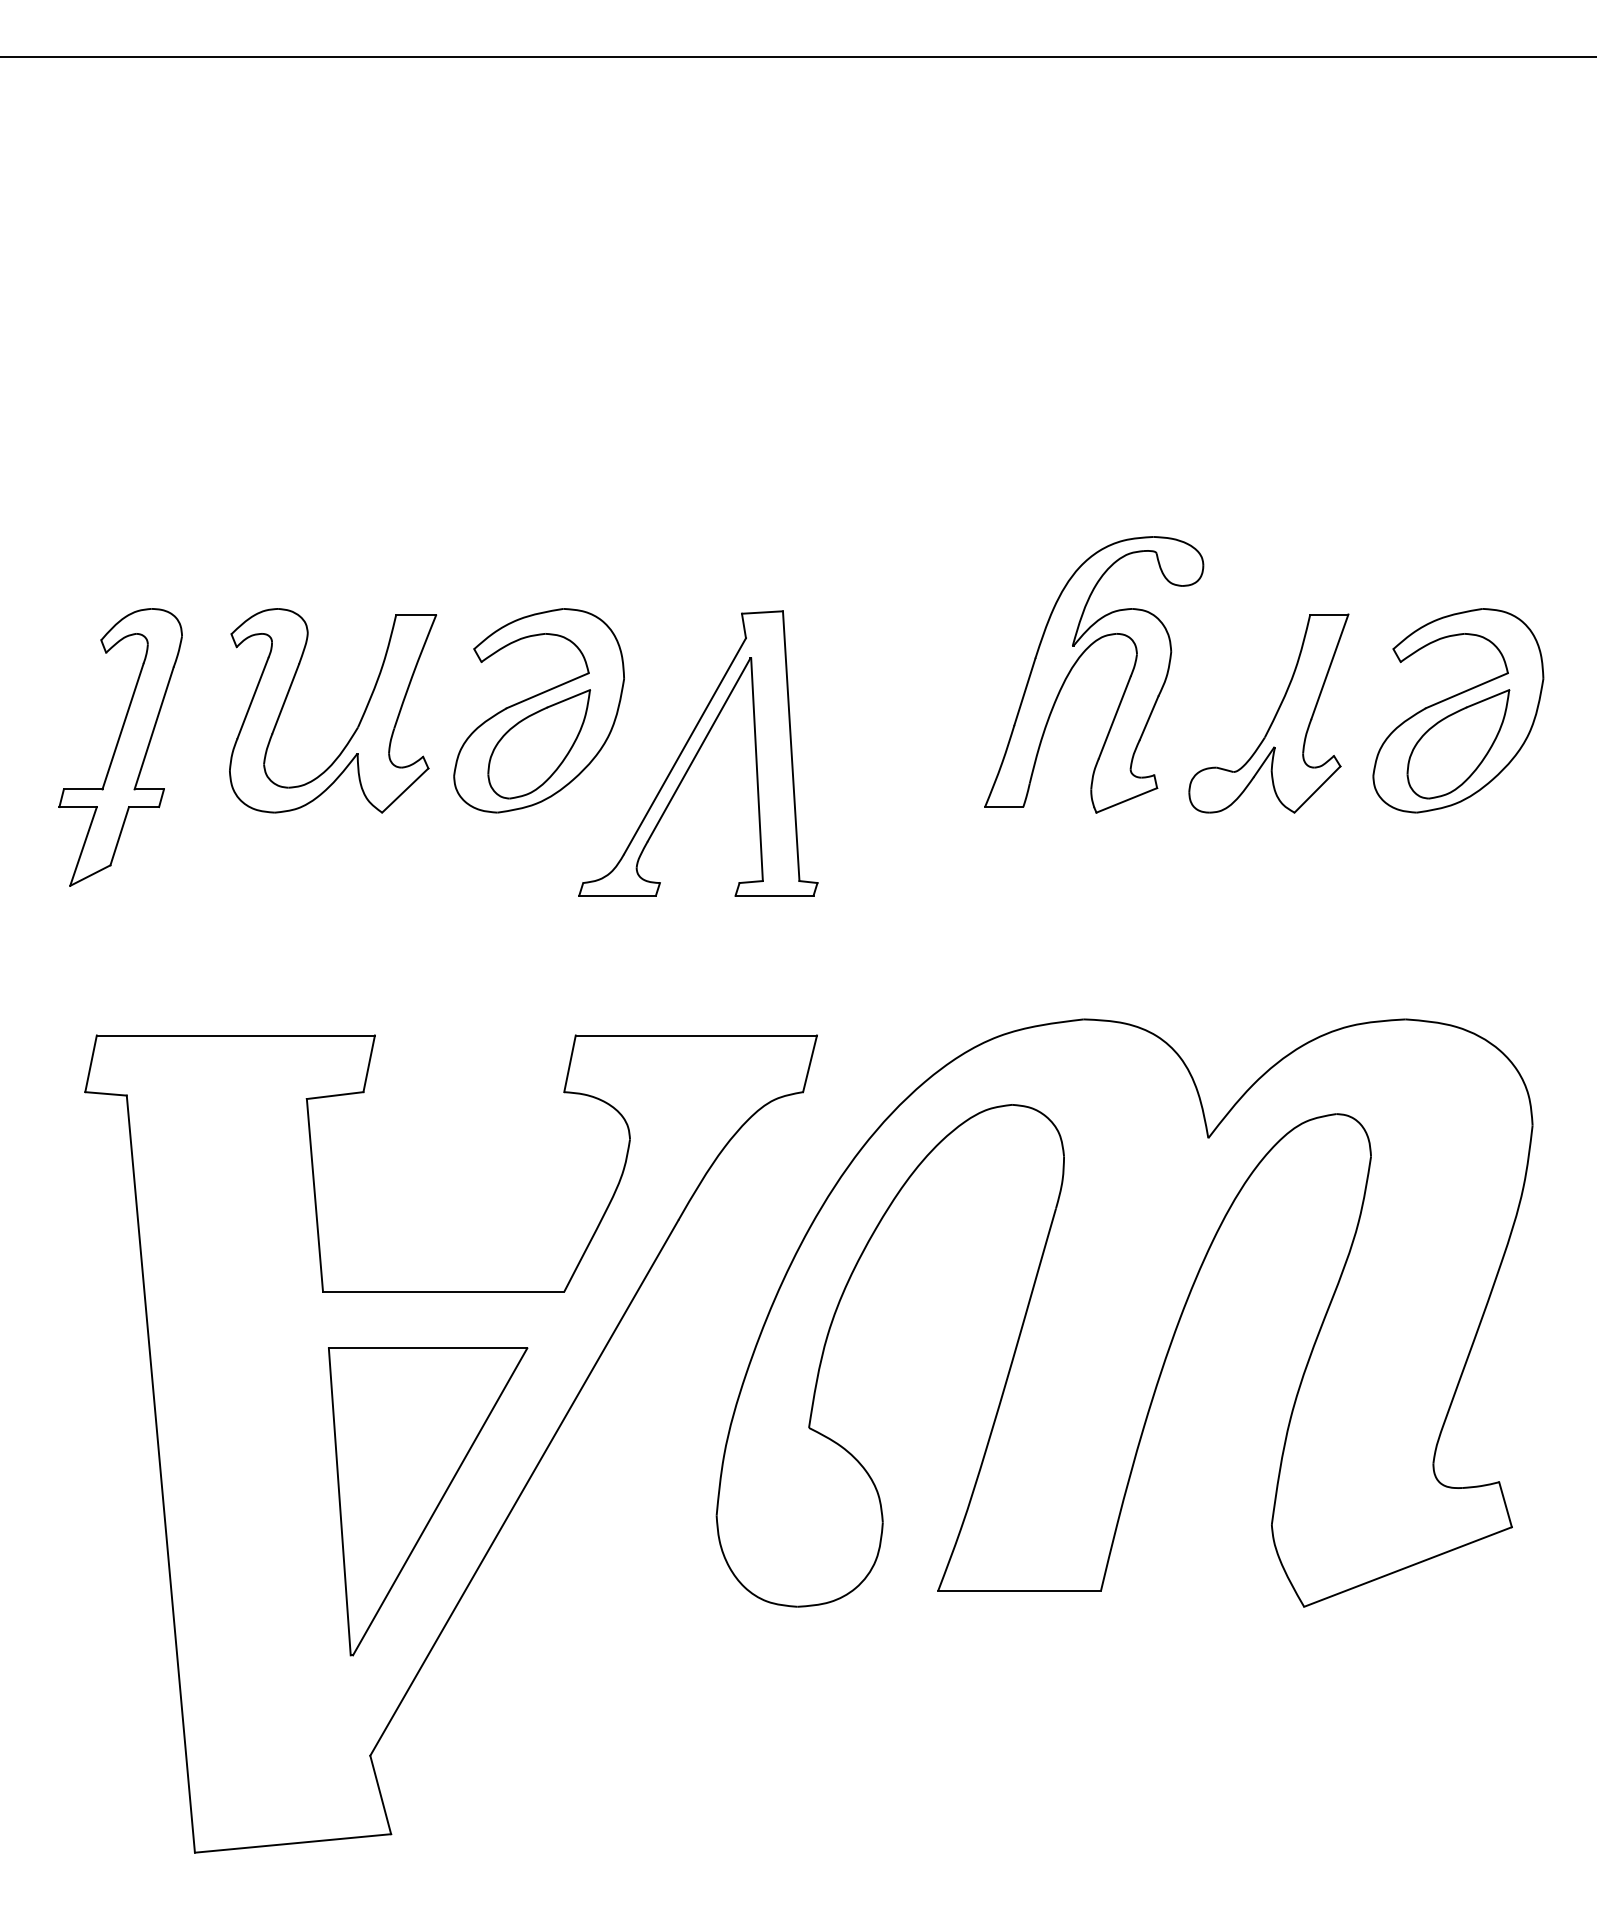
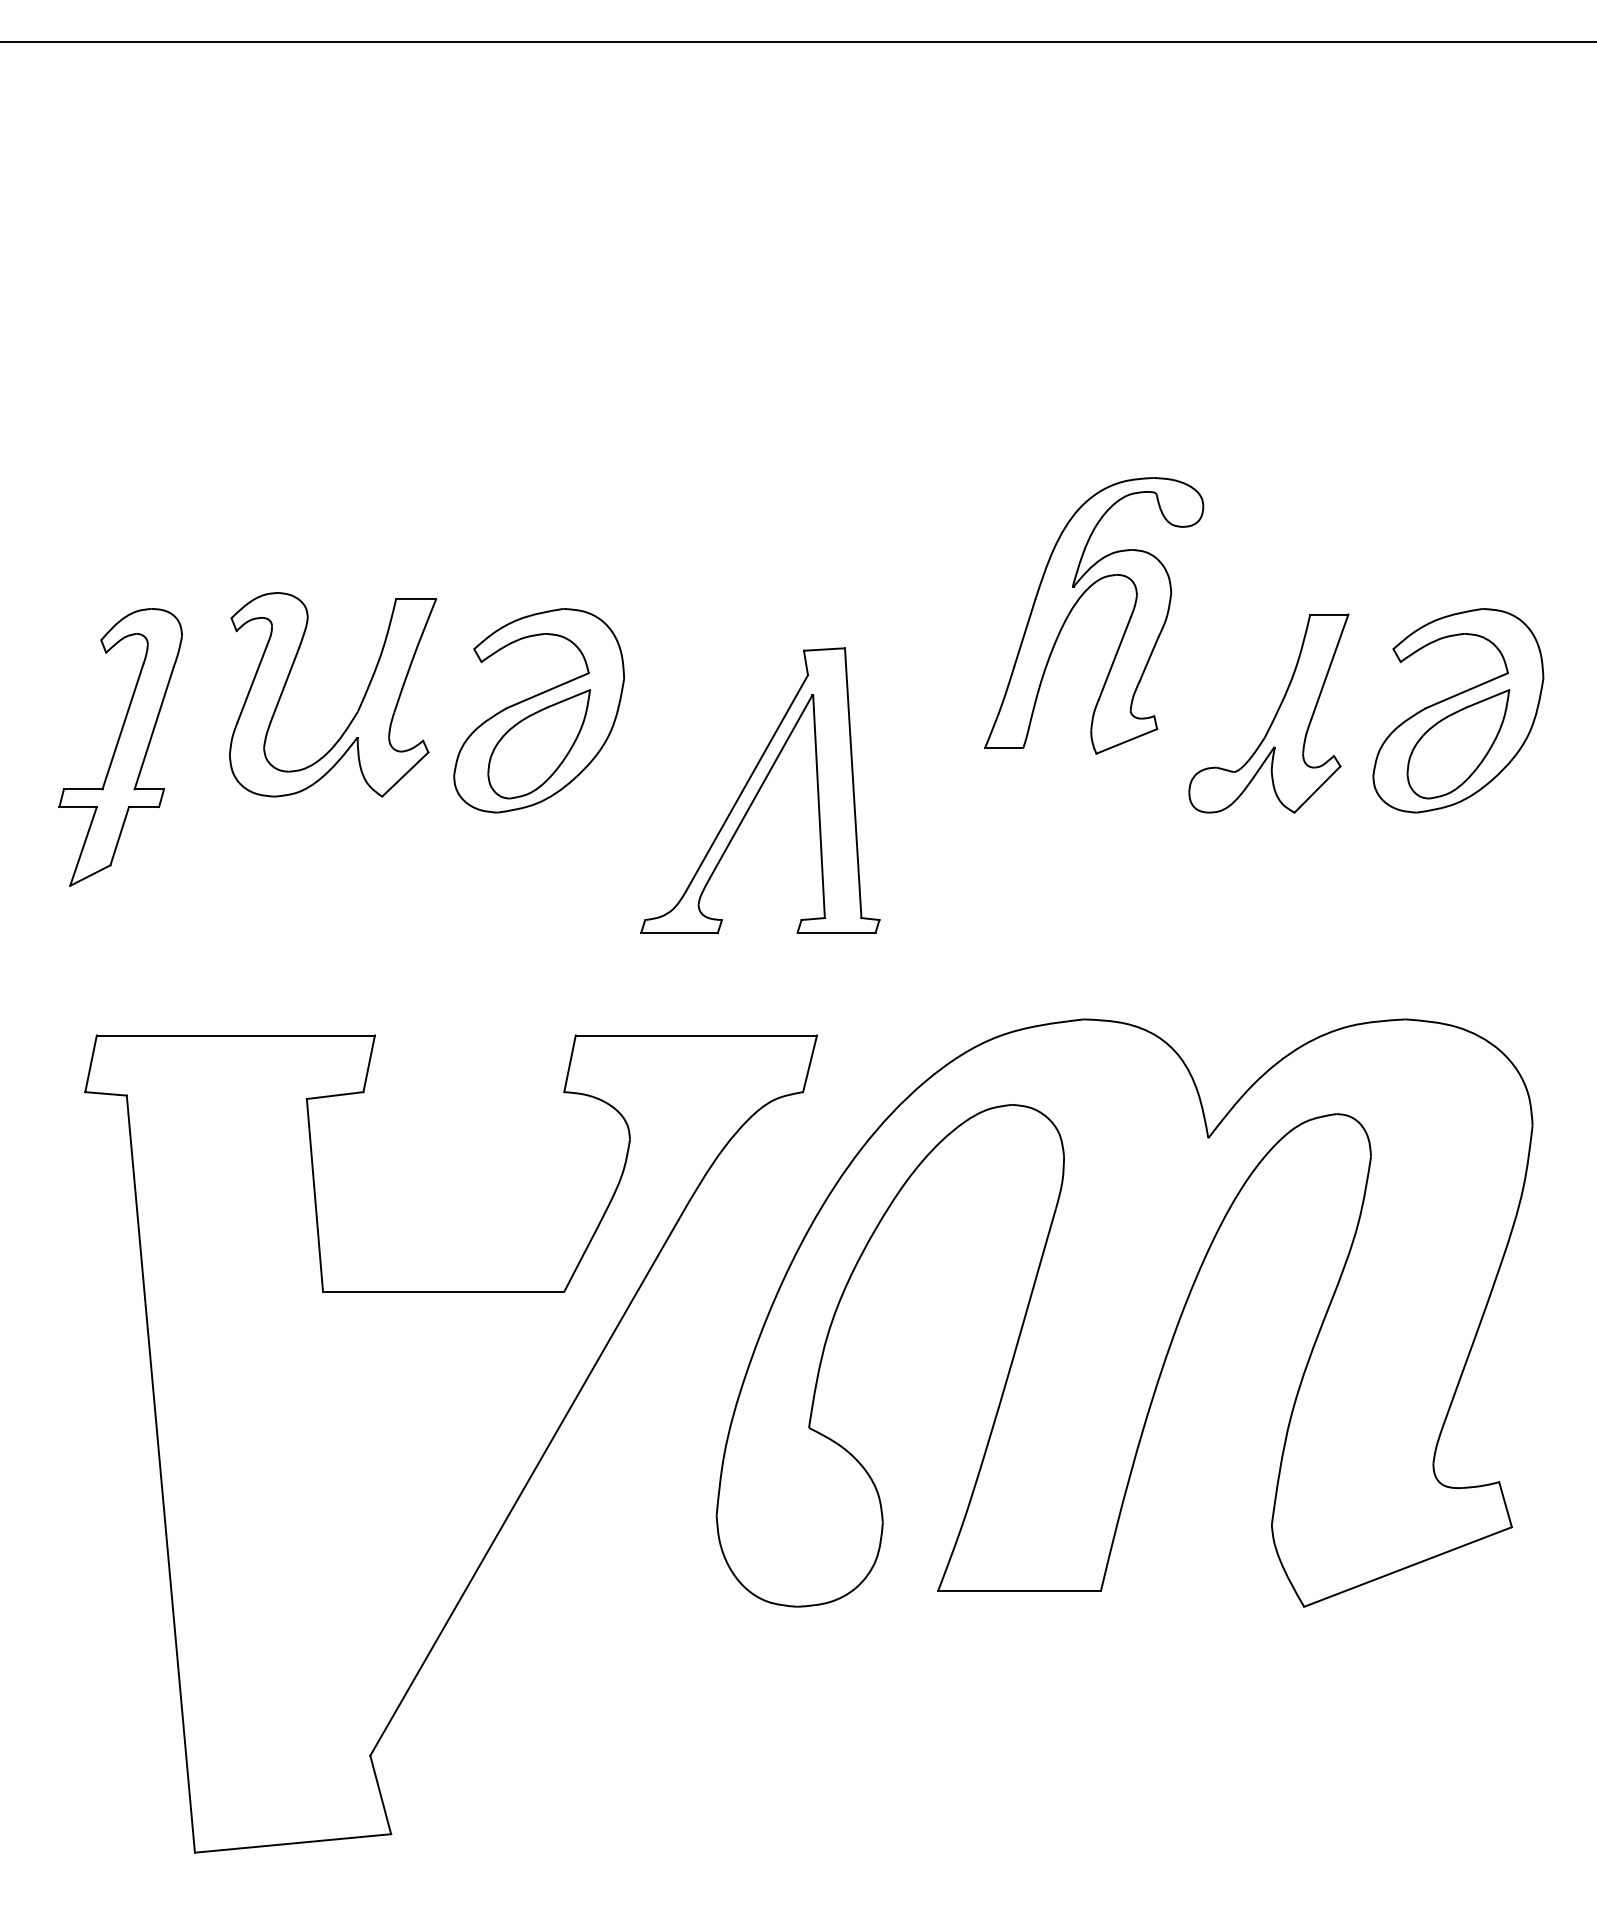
line at (797, 57) position: (797, 57) -> (797, 42)
part at (1076, 663) position: (1076, 663) -> (1076, 604)
part at (358, 723) position: (358, 723) -> (358, 707)
part at (698, 753) position: (698, 753) -> (760, 790)
part at (428, 1501): present -> none
